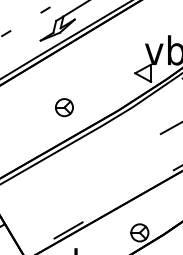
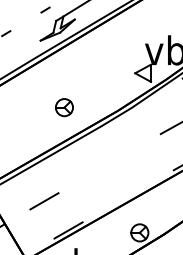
line at (44, 201): none -> present
